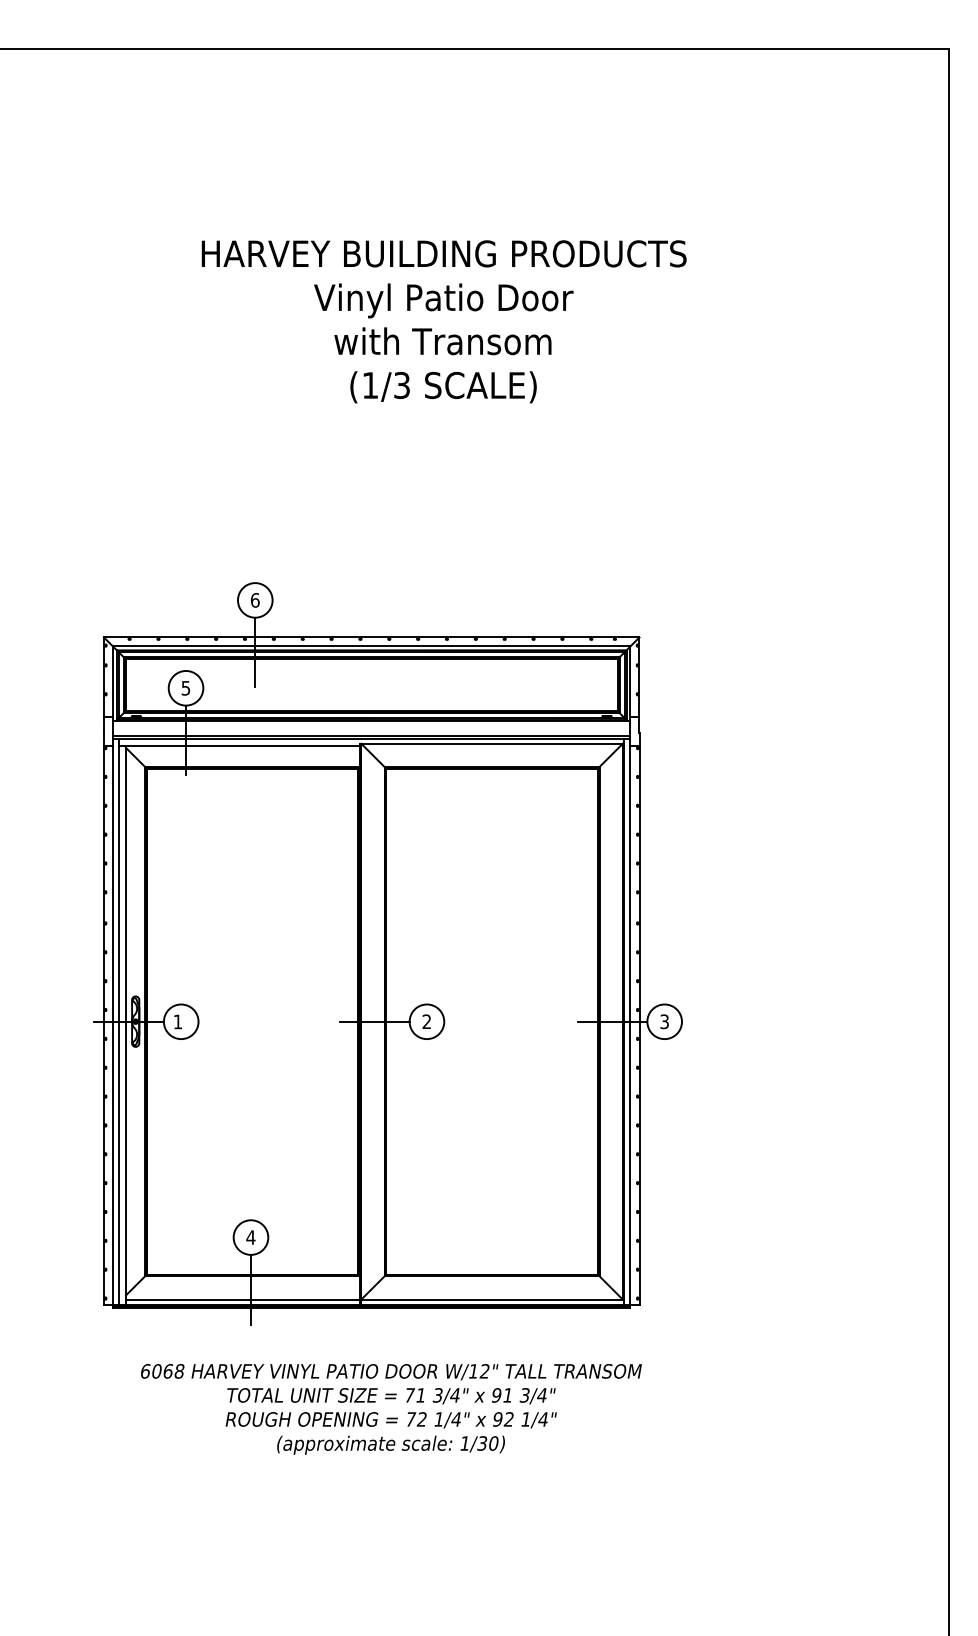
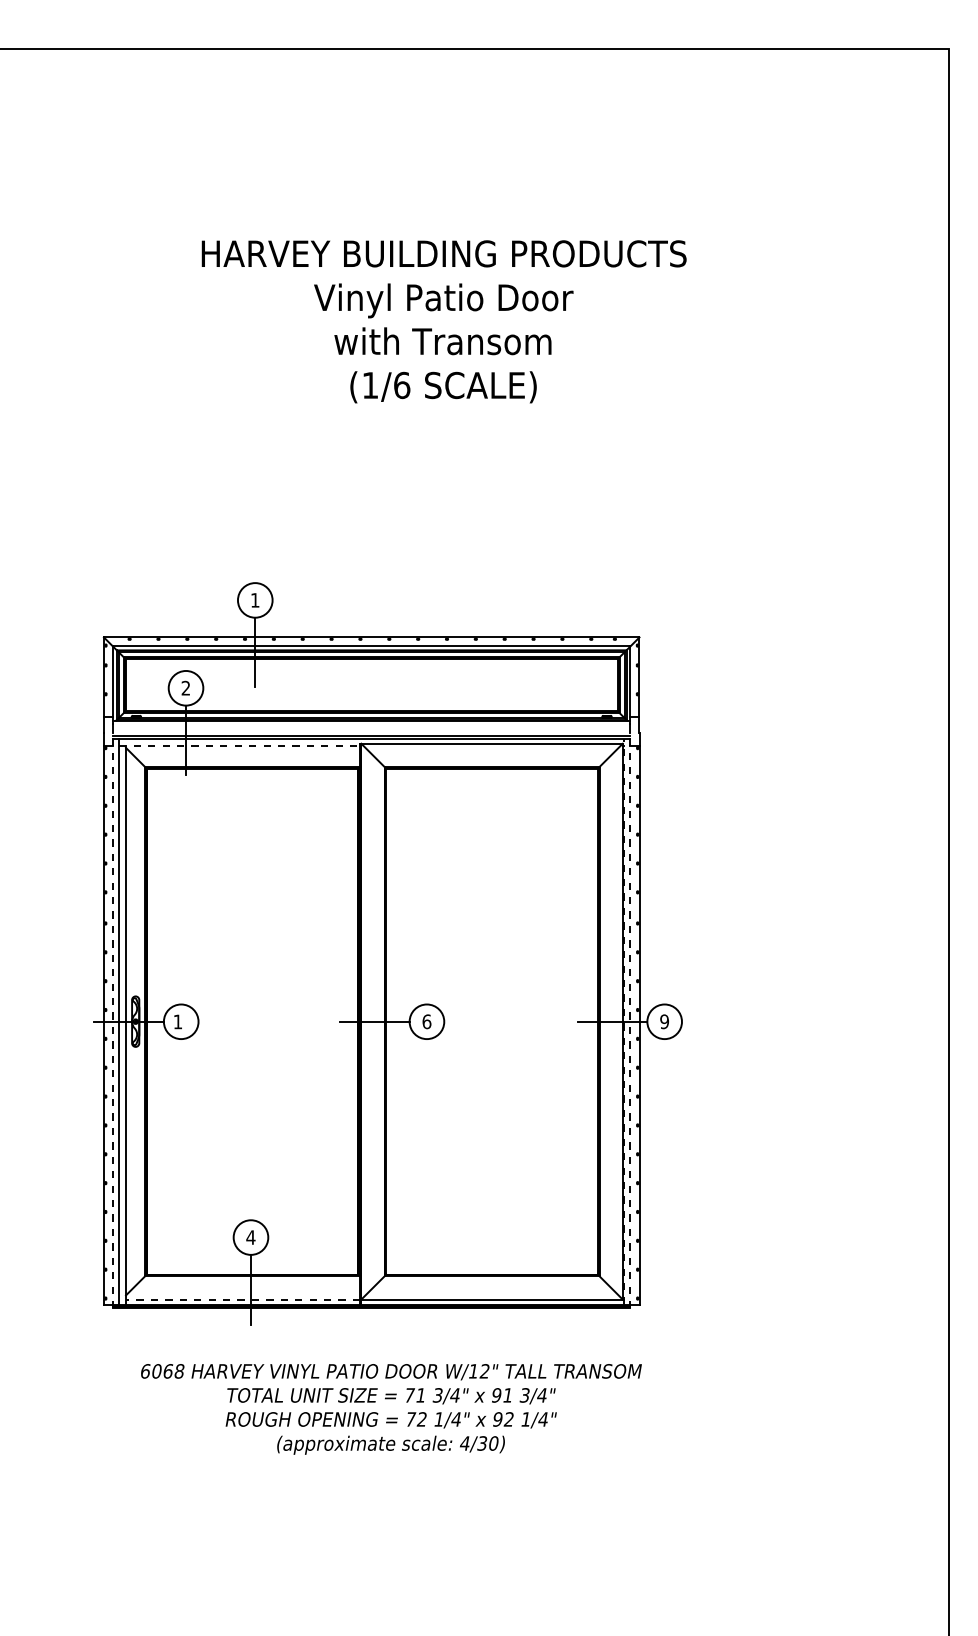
text at (402, 385): (1/3 -> (1/6
text at (254, 600): 6 -> 1
text at (185, 687): 5 -> 2
line at (240, 746): solid -> dashed
line at (112, 1020): solid -> dashed
line at (630, 1020): solid -> dashed
text at (426, 1021): 2 -> 6
line at (624, 1021): solid -> dashed
text at (664, 1021): 3 -> 9
line at (242, 1299): solid -> dashed
text at (464, 1443): 1/30) -> 4/30)
